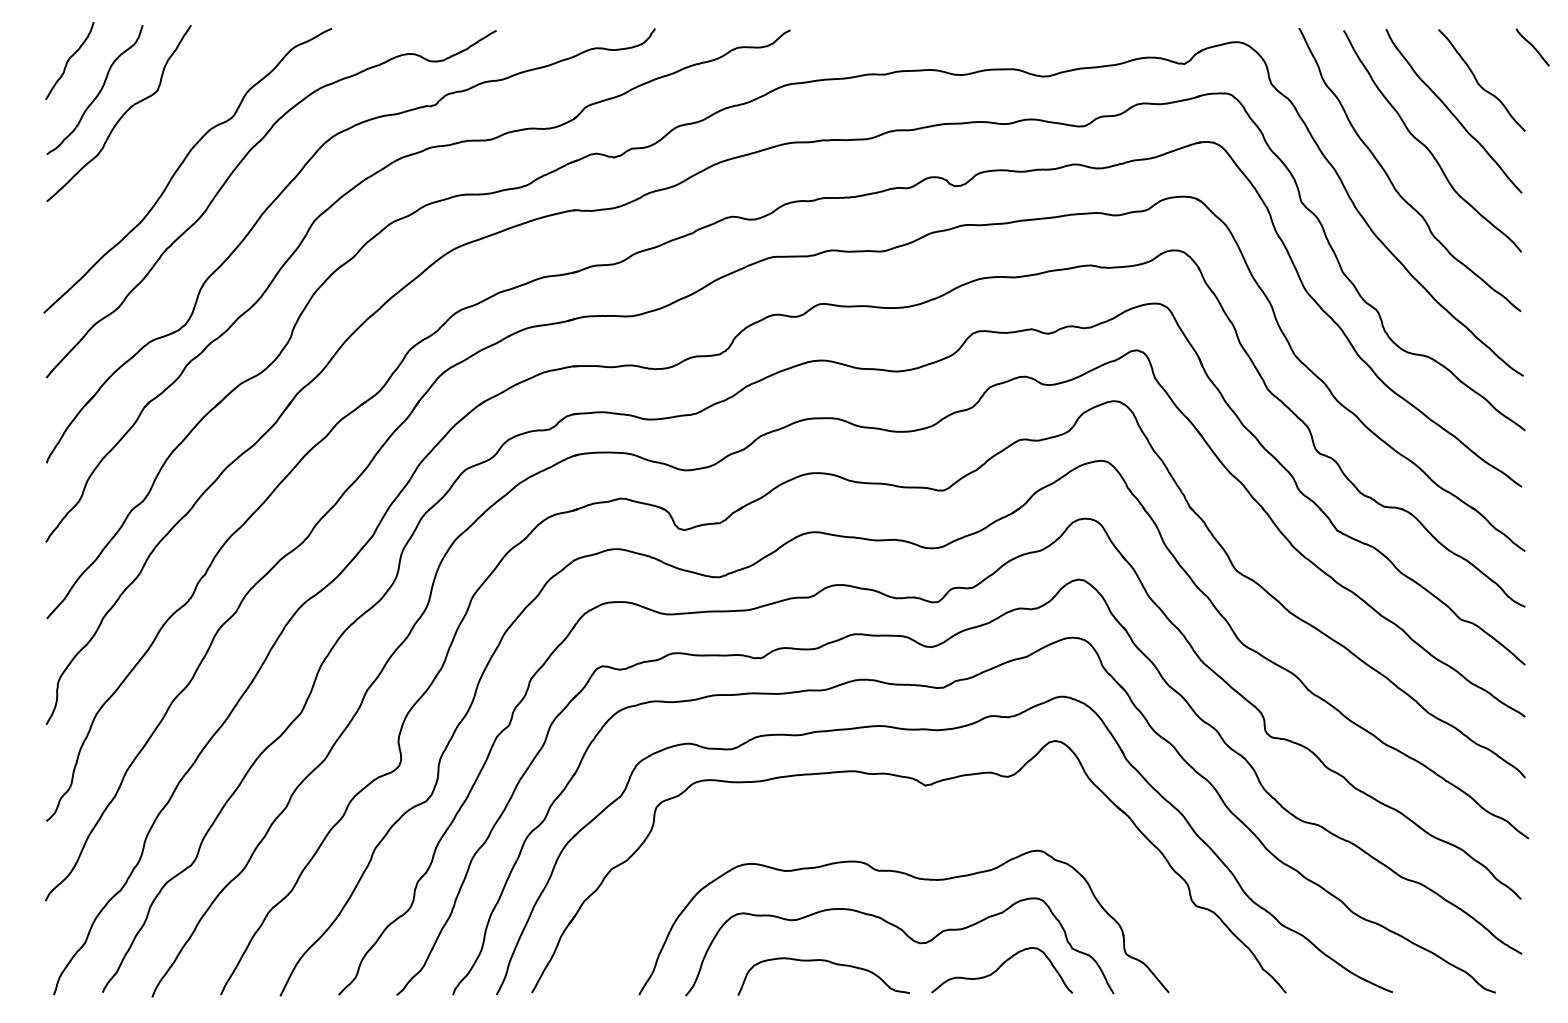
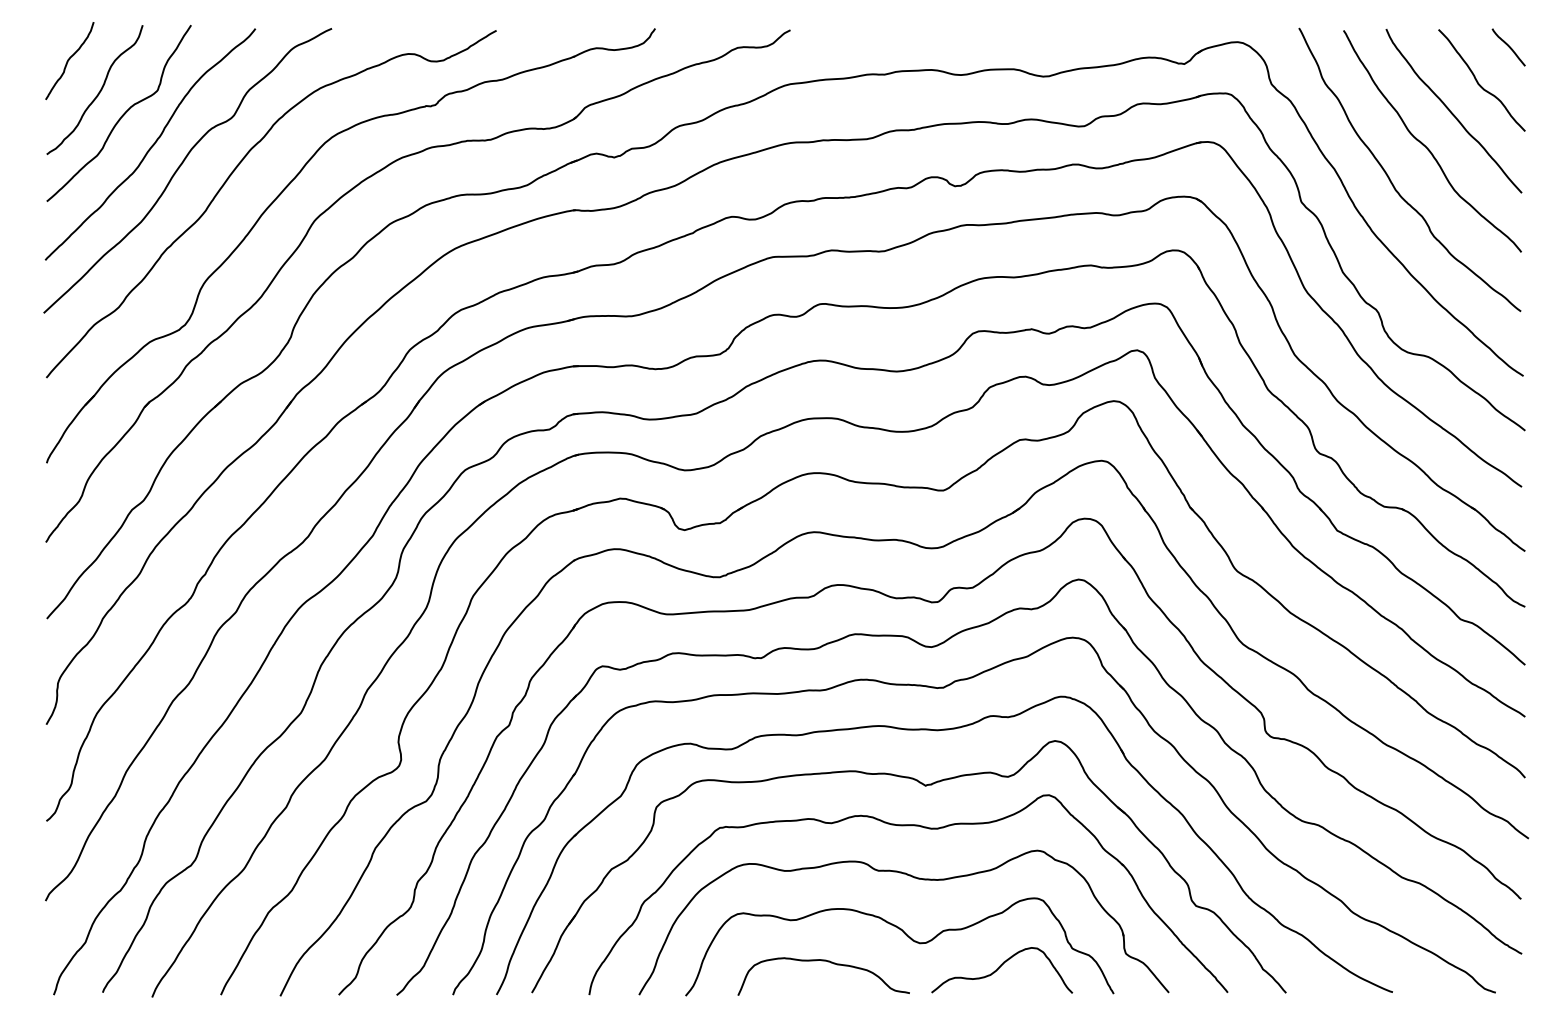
curve at (1532, 47) position: (1532, 47) -> (1508, 47)
curve at (151, 145): none -> present
part at (924, 828): none -> present
